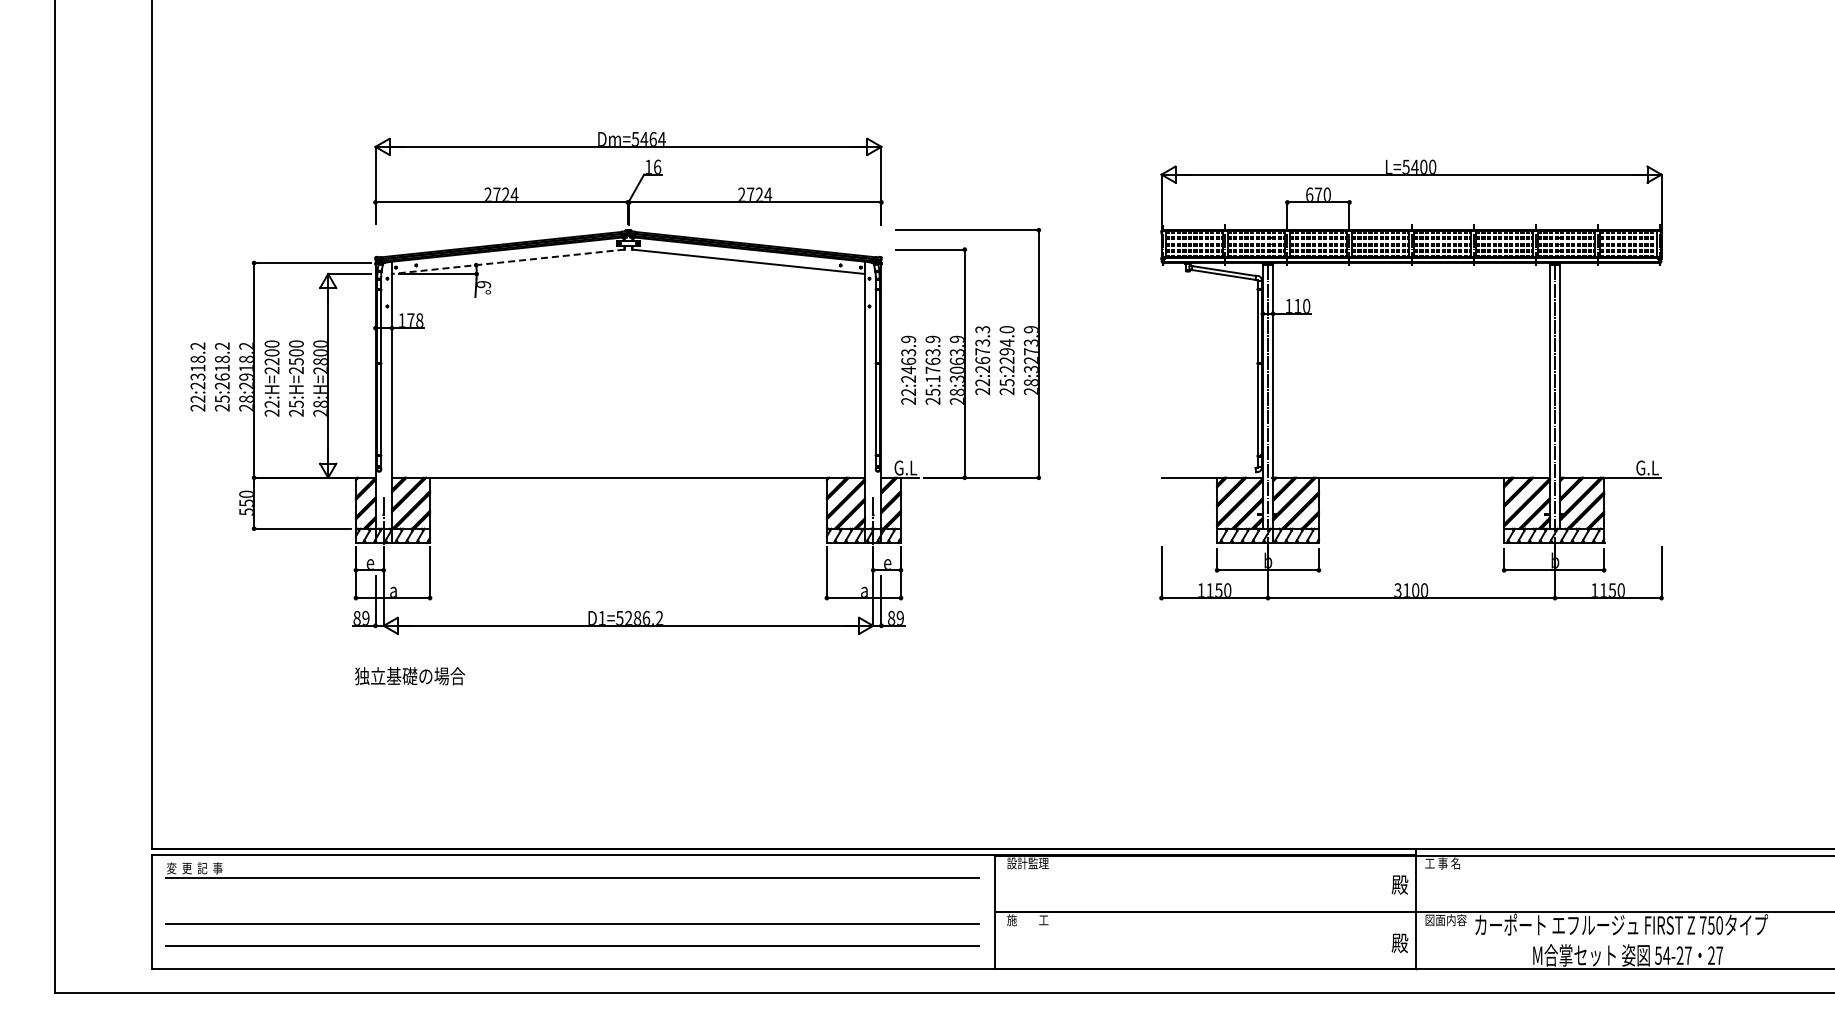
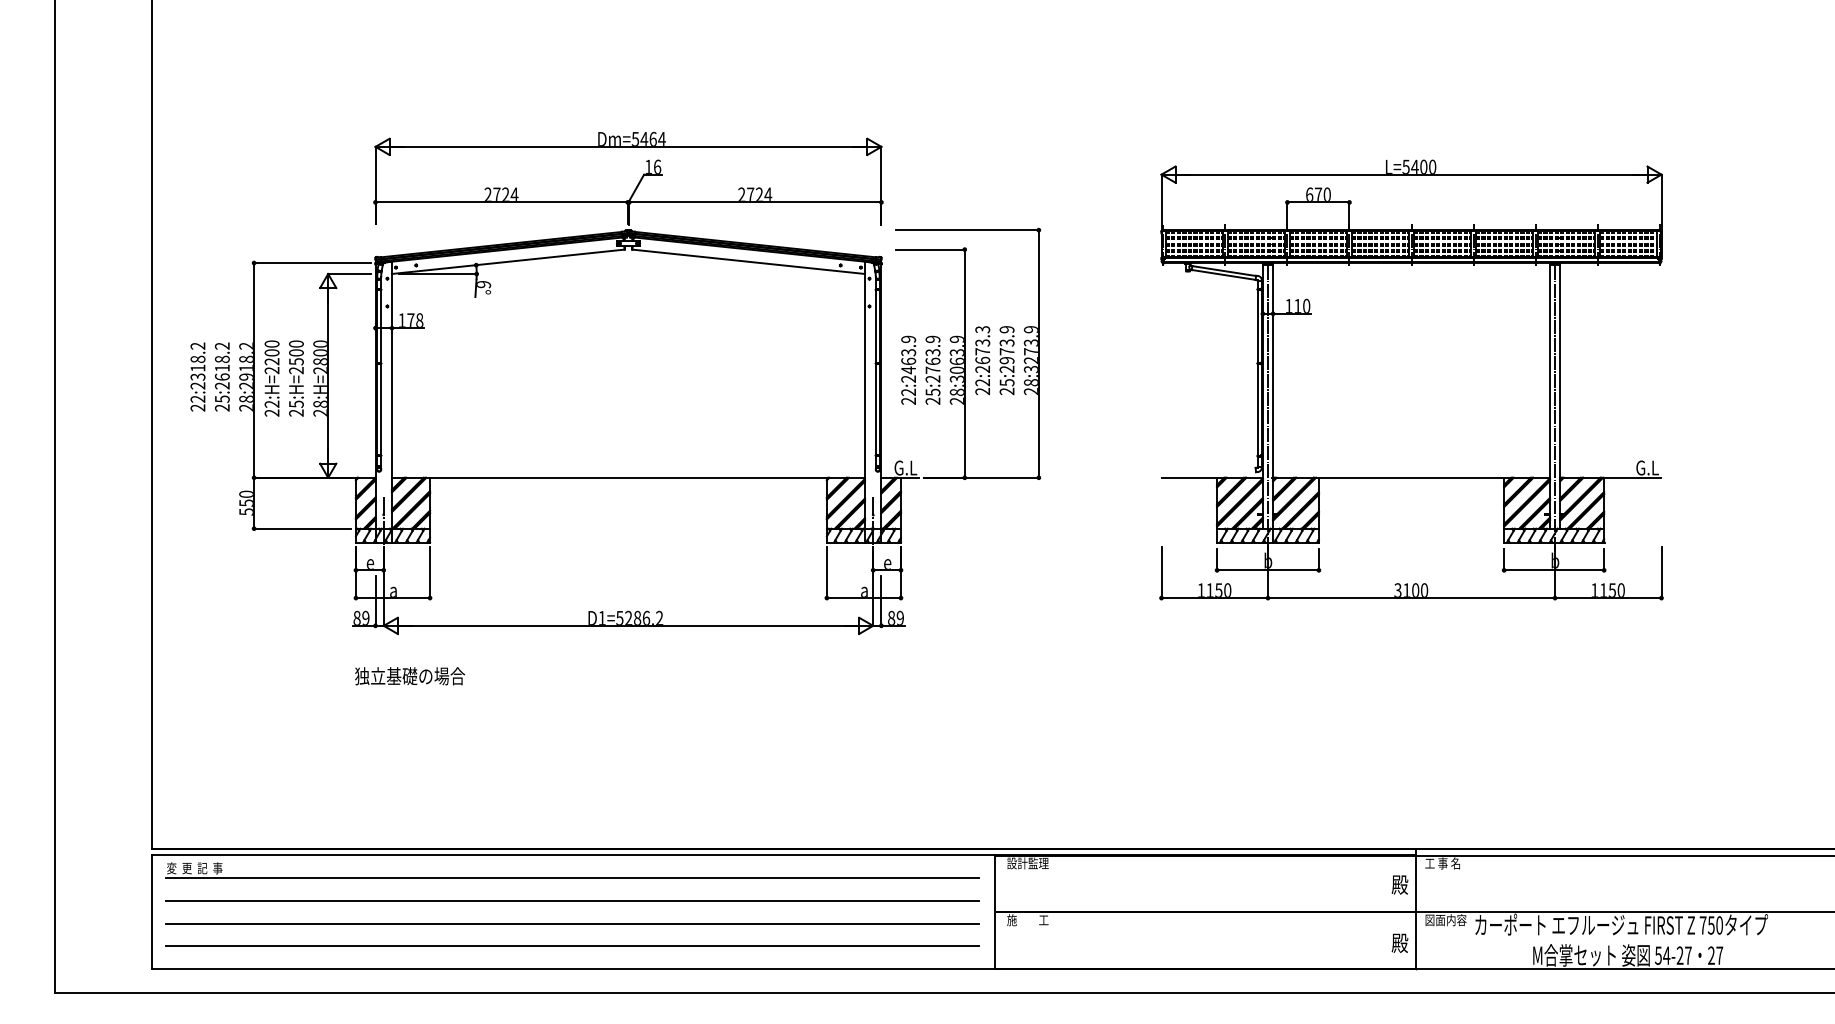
line at (508, 261): dashed -> solid
text at (1006, 345): 25:2294.0 -> 25:2973.9
text at (932, 378): 25:1763.9 -> 25:2763.9
line at (572, 900): none -> present
